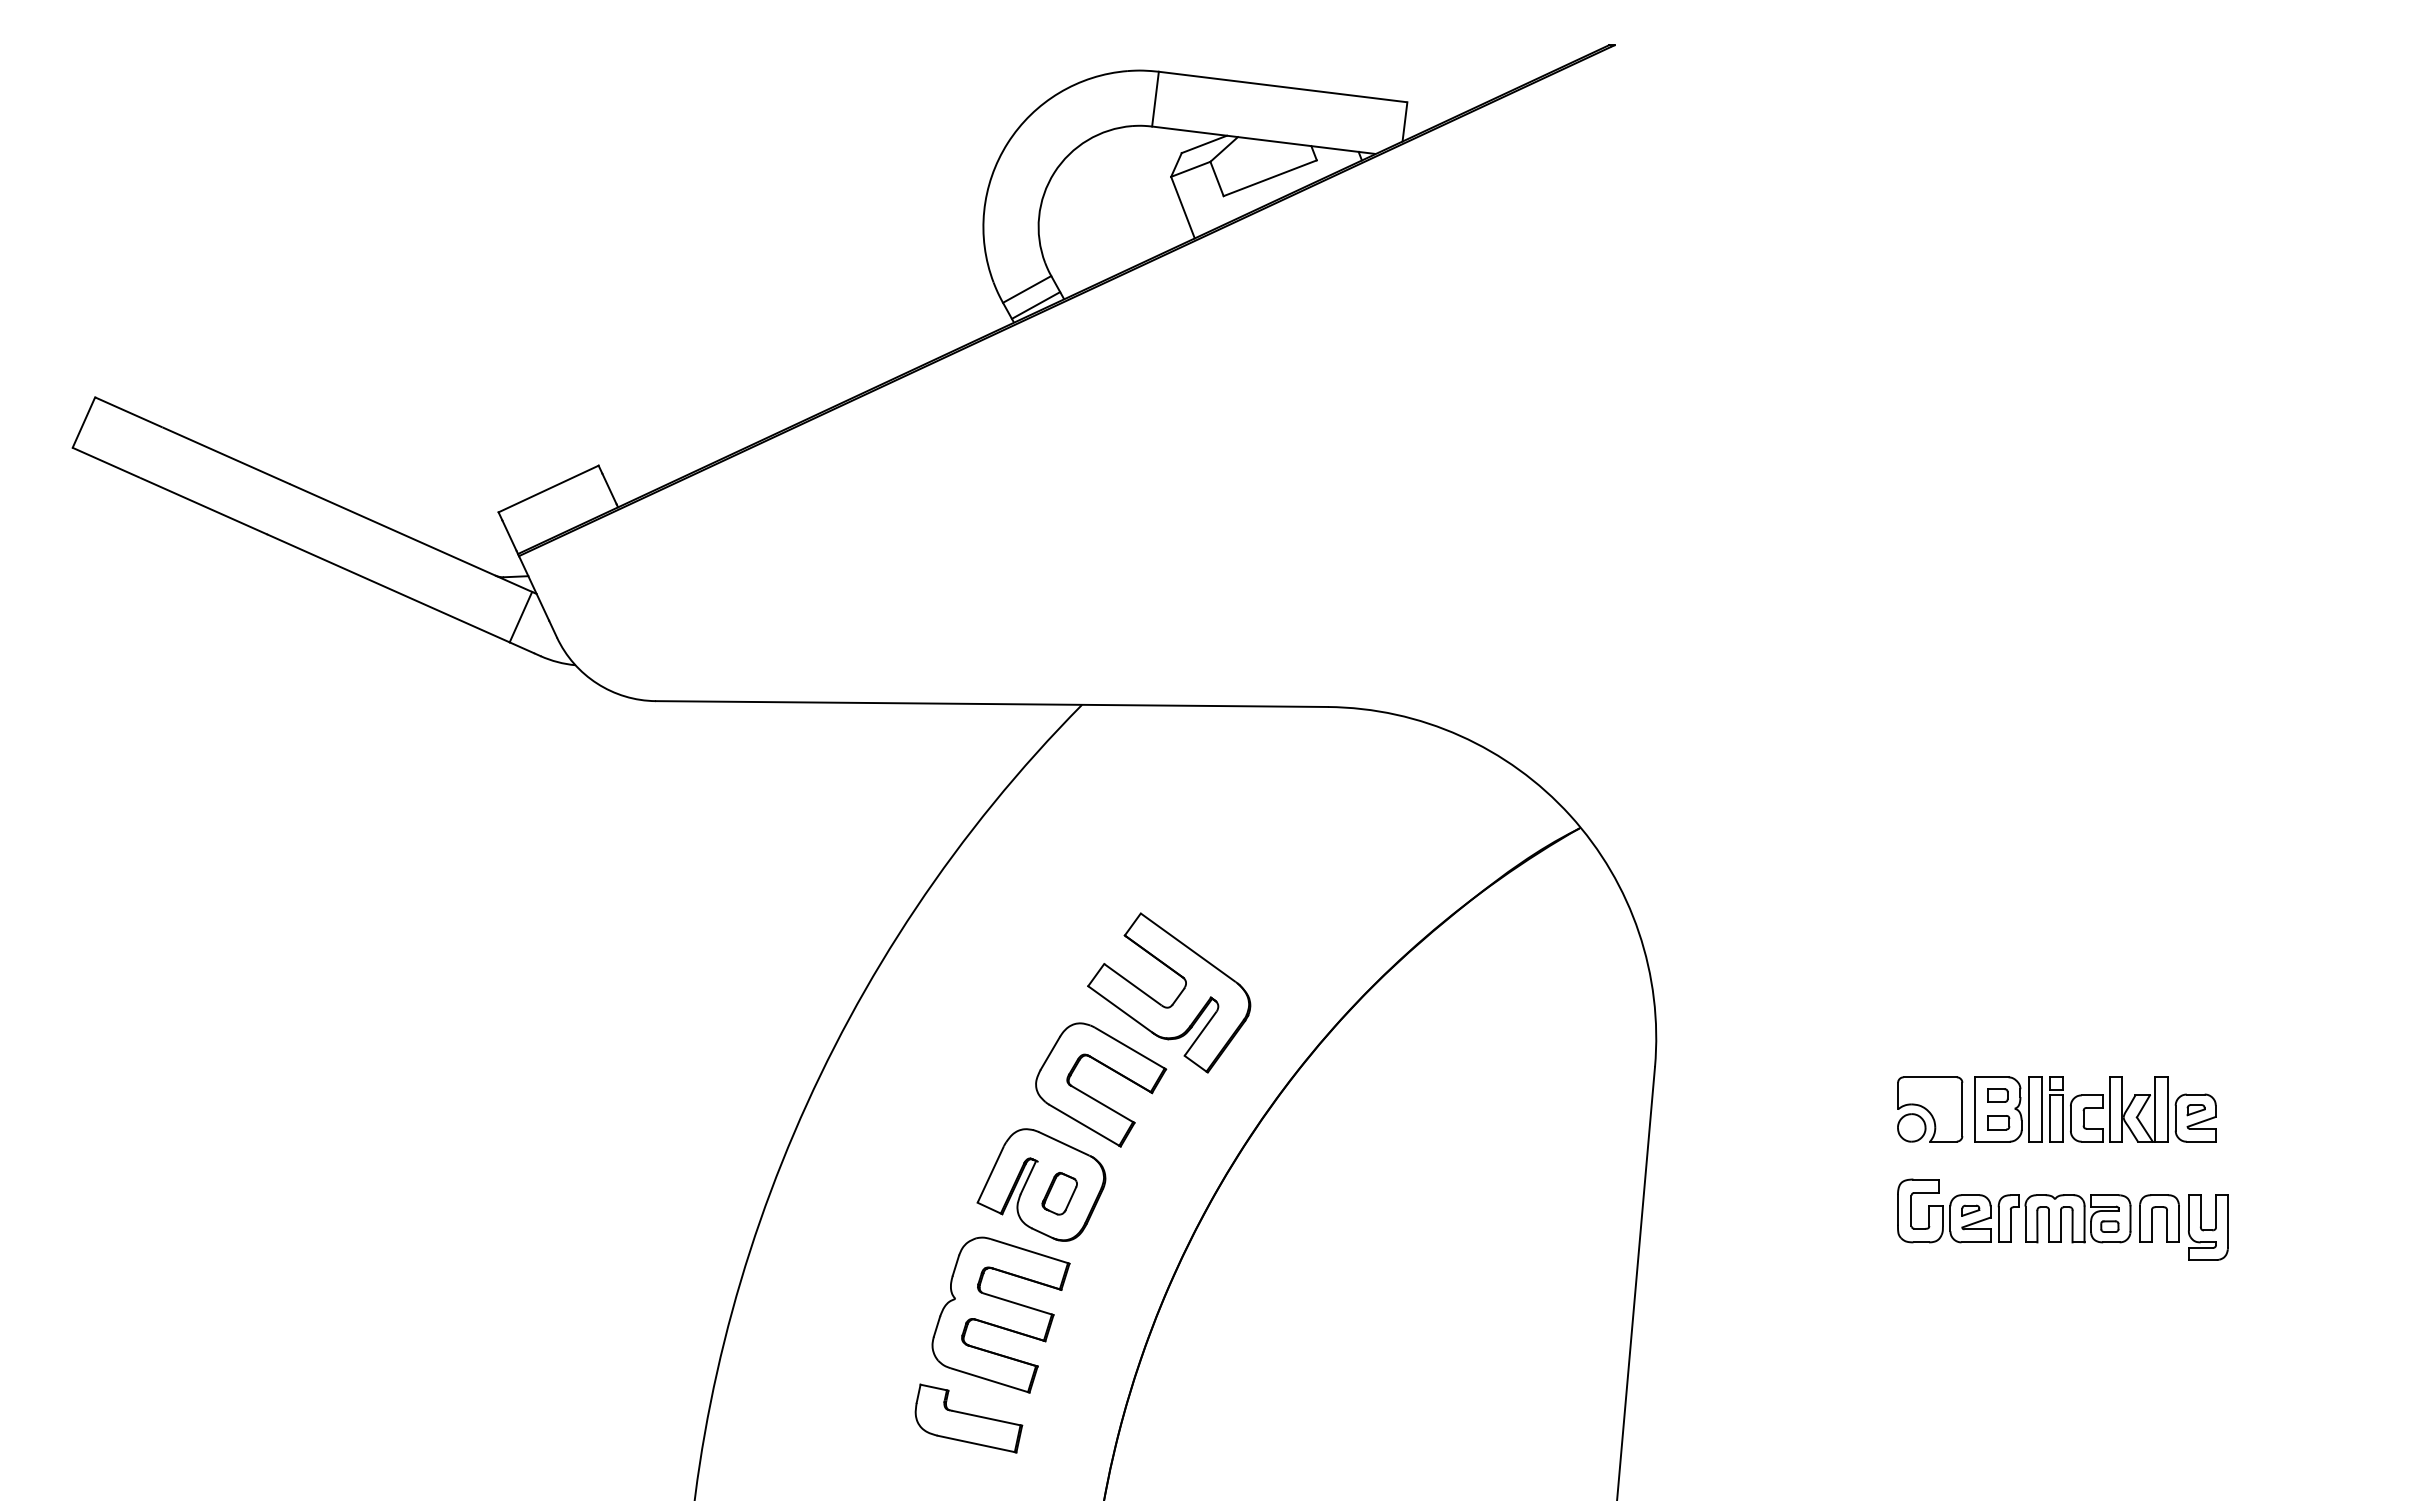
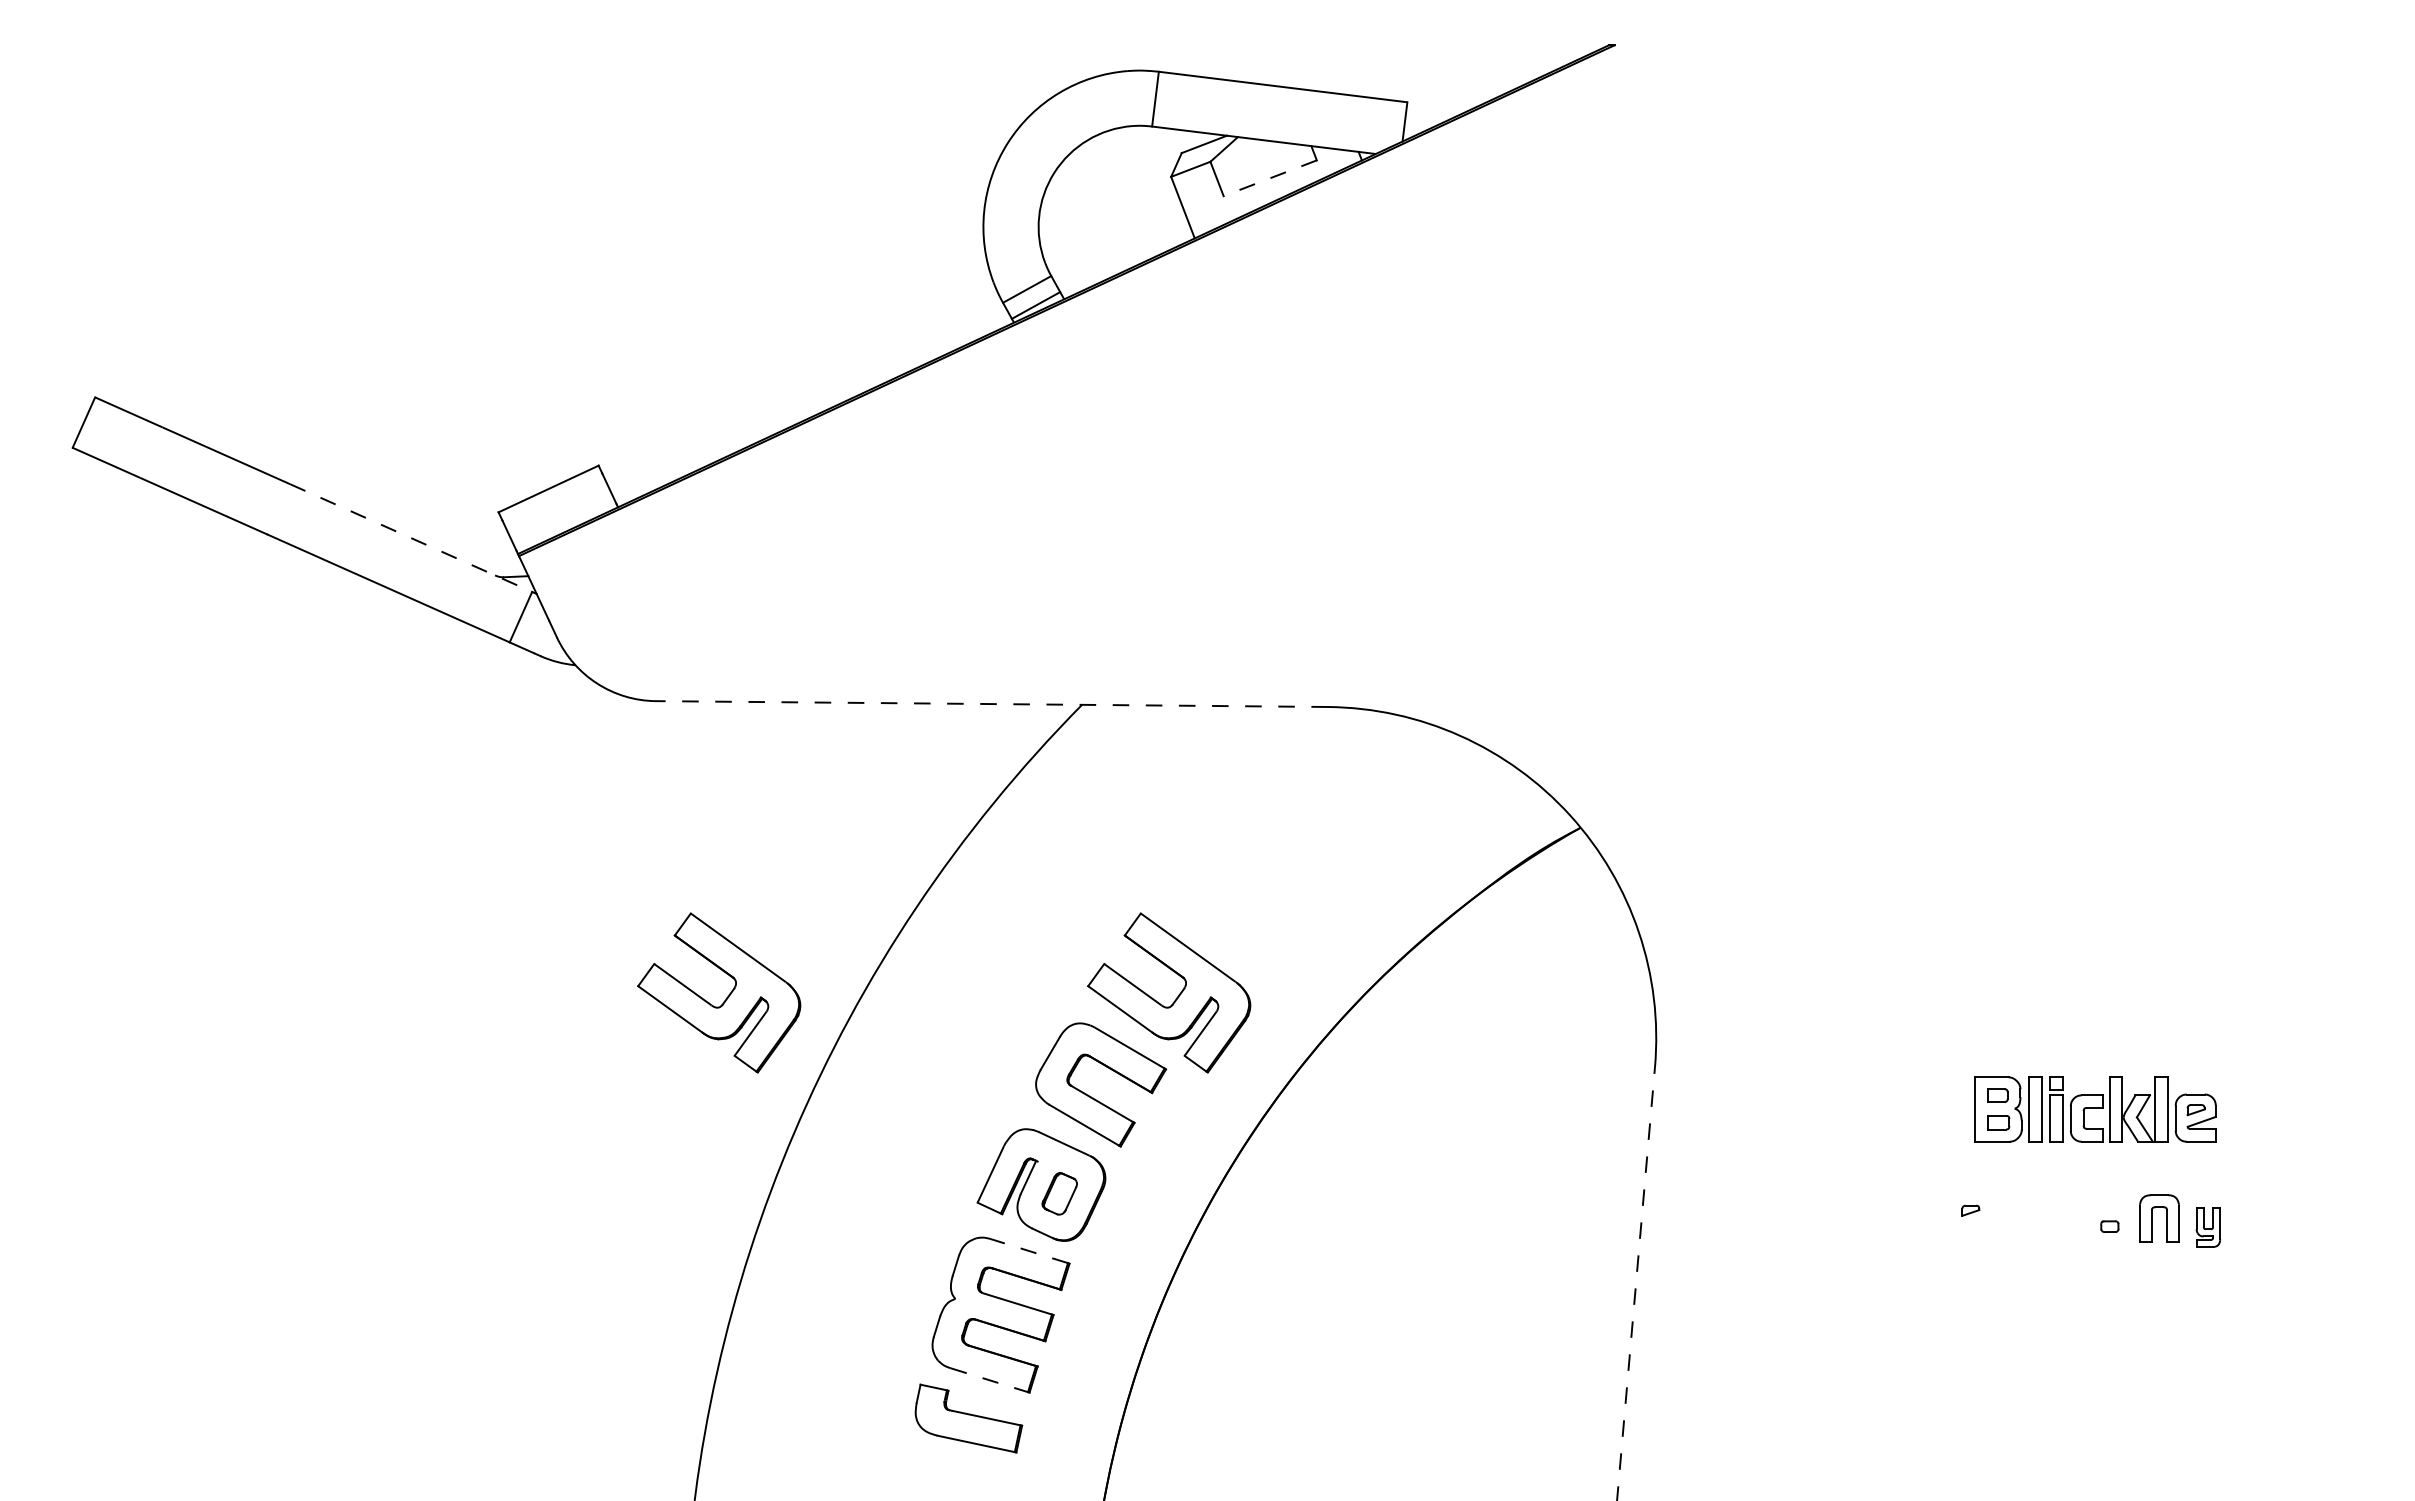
line at (1270, 178): solid -> dashed
line at (411, 538): solid -> dashed
line at (991, 704): solid -> dashed
part at (726, 997): none -> present
part at (1930, 1109): present -> none
part at (2014, 1210): present -> none
part at (2208, 1227) size: 41x67 px -> 27x41 px
line at (1029, 1251): solid -> dashed
line at (1636, 1283): solid -> dashed
line at (989, 1380): solid -> dashed
